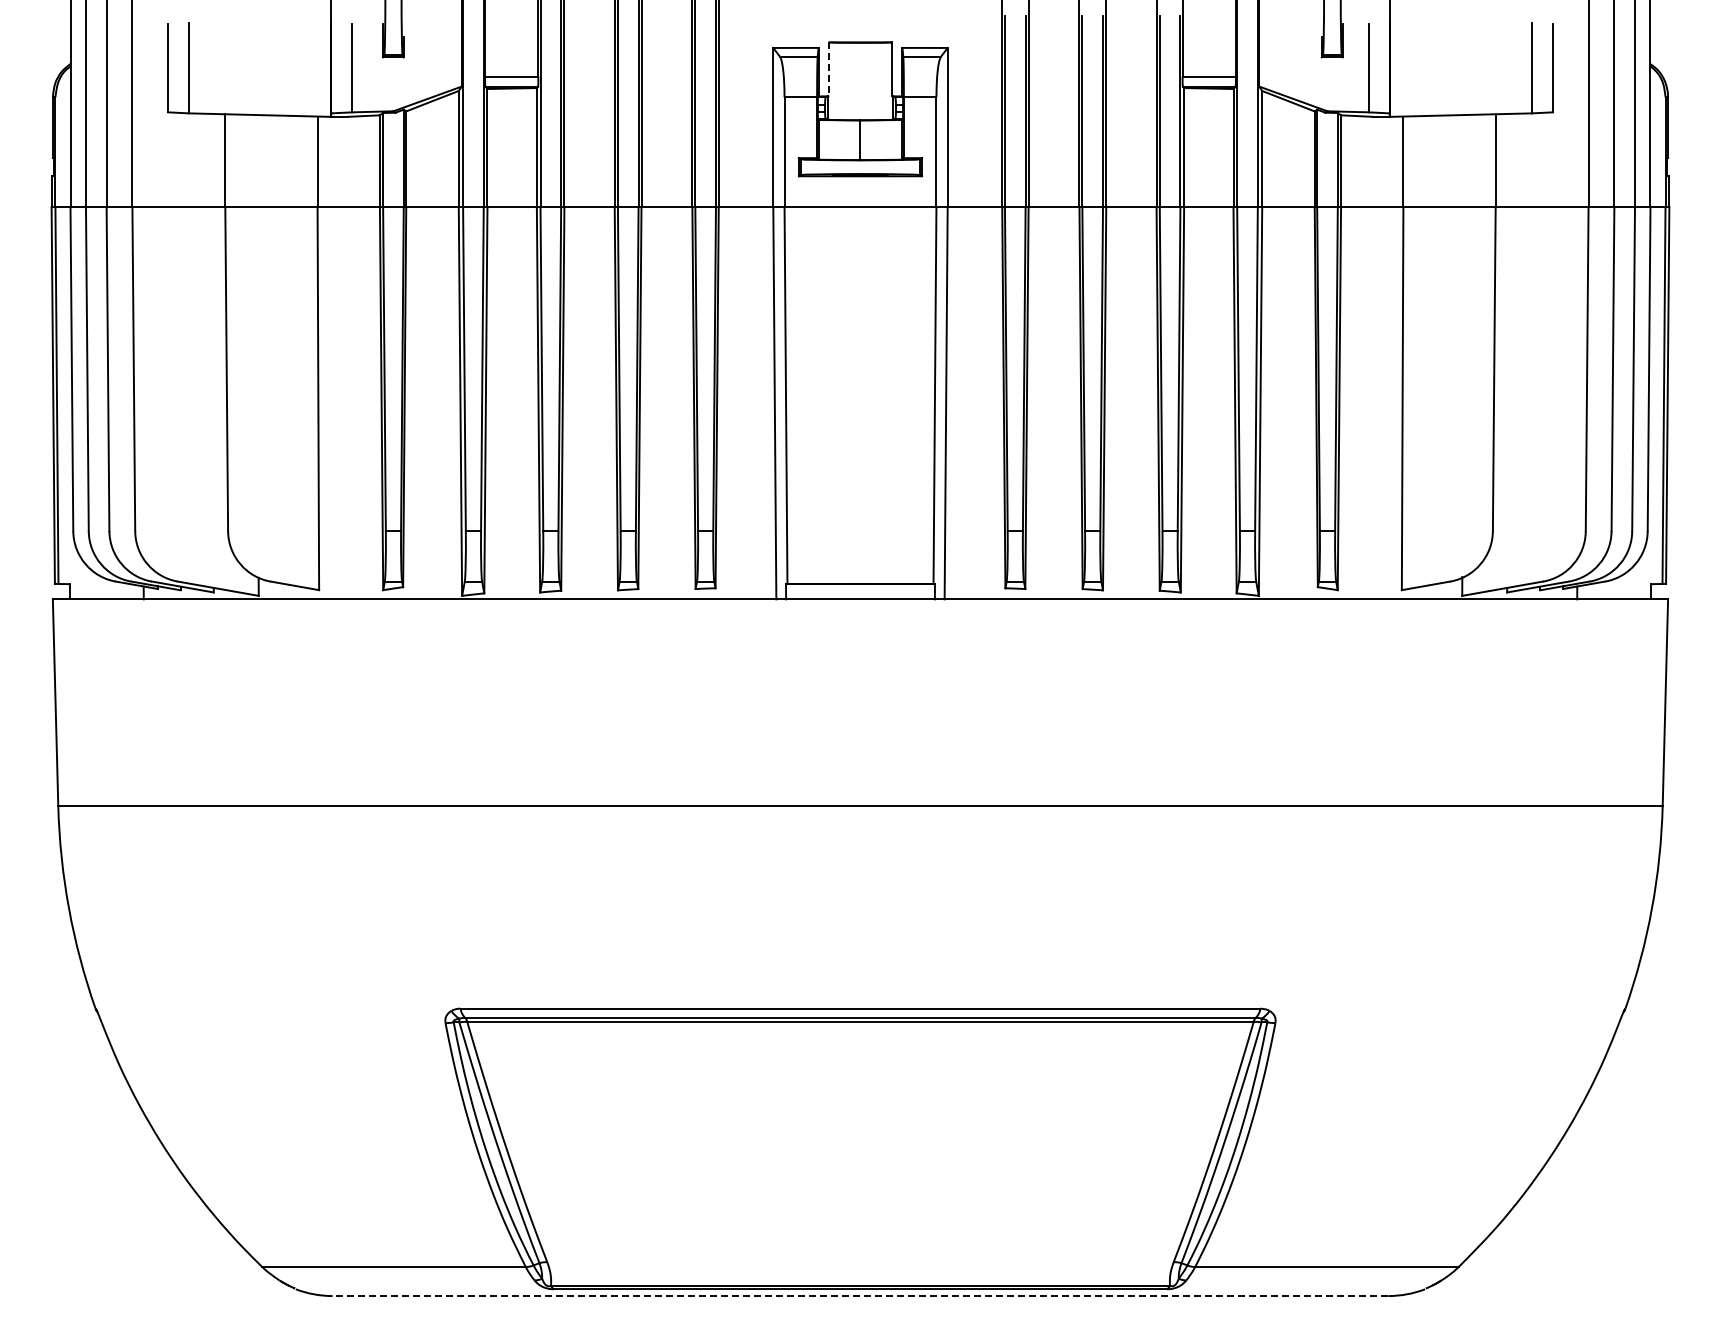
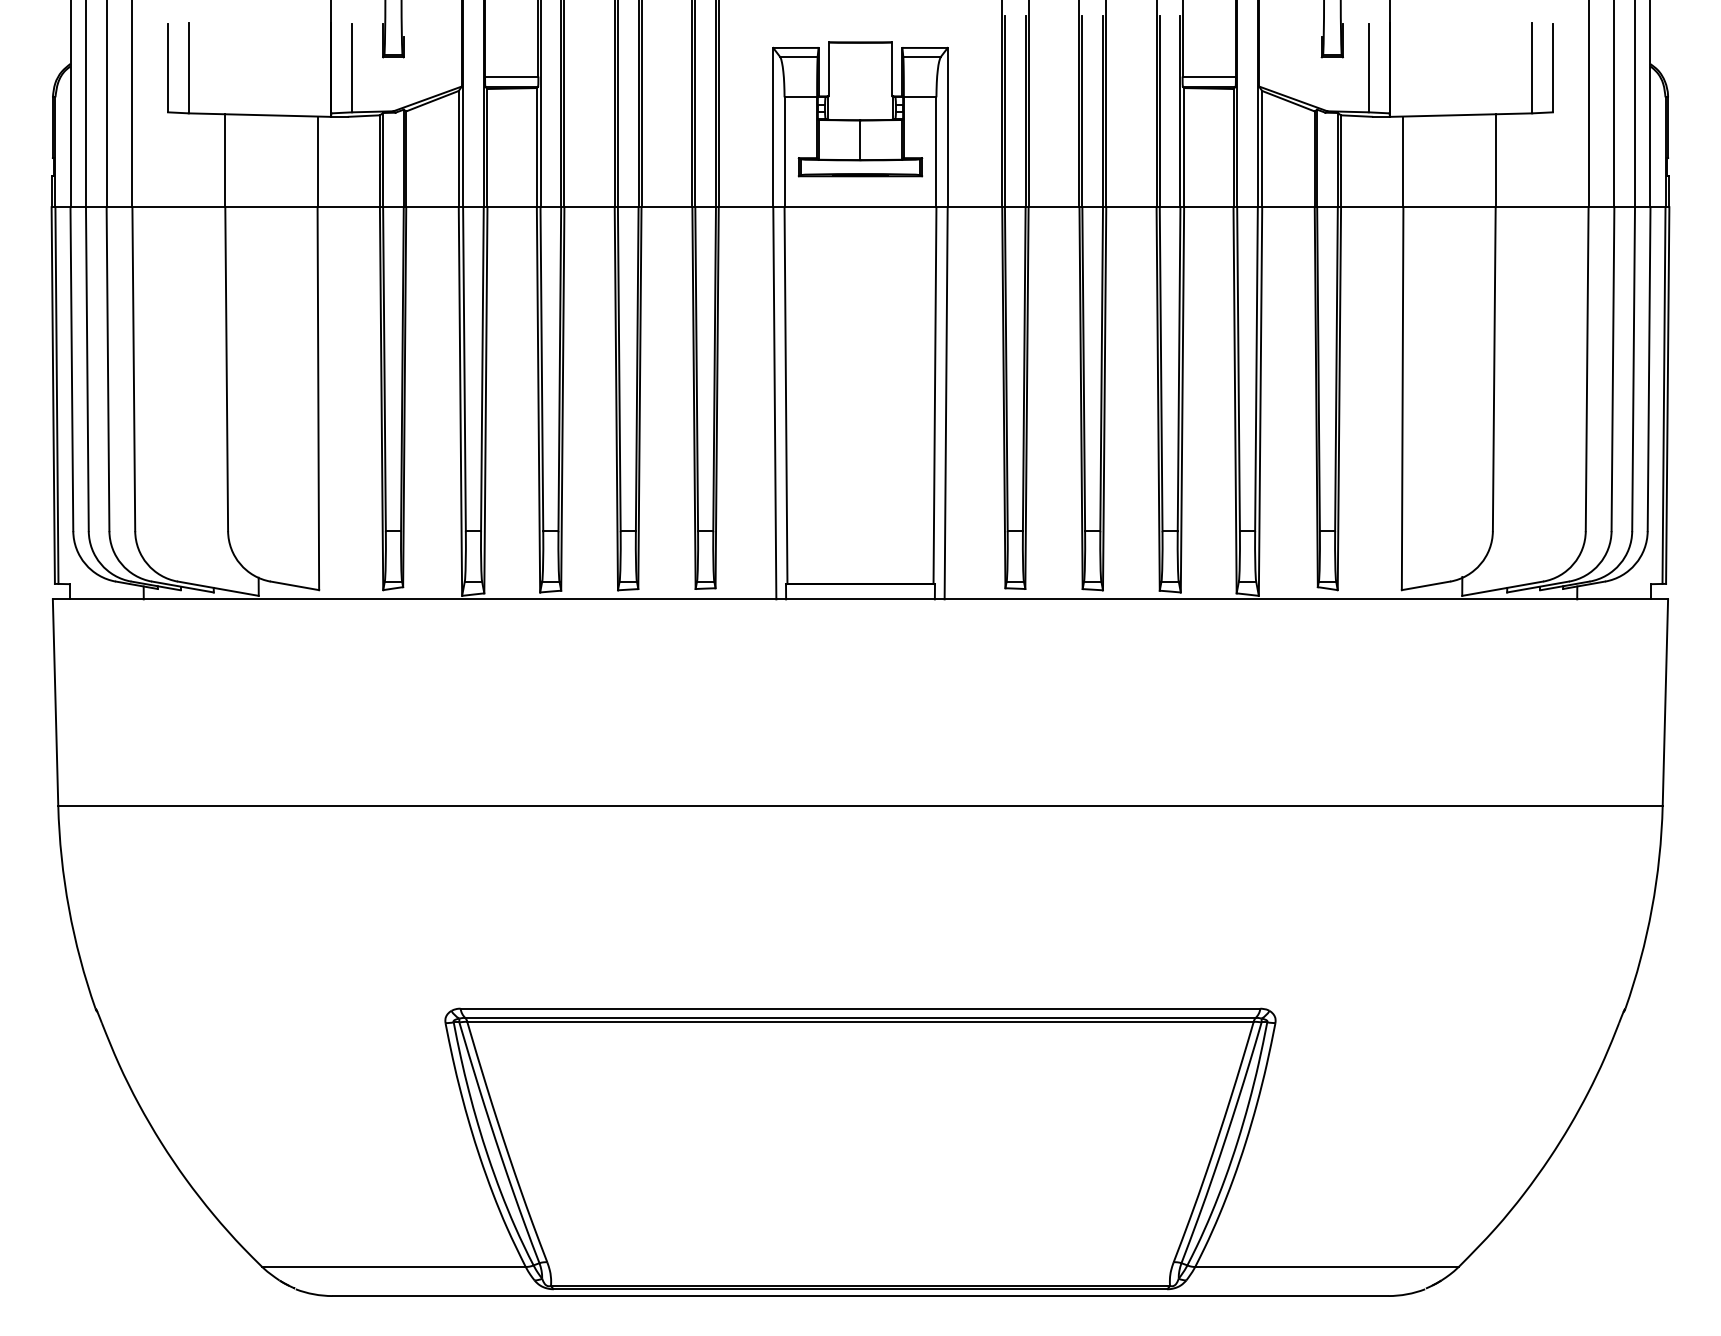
line at (828, 69): dashed -> solid
line at (860, 1296): dashed -> solid
